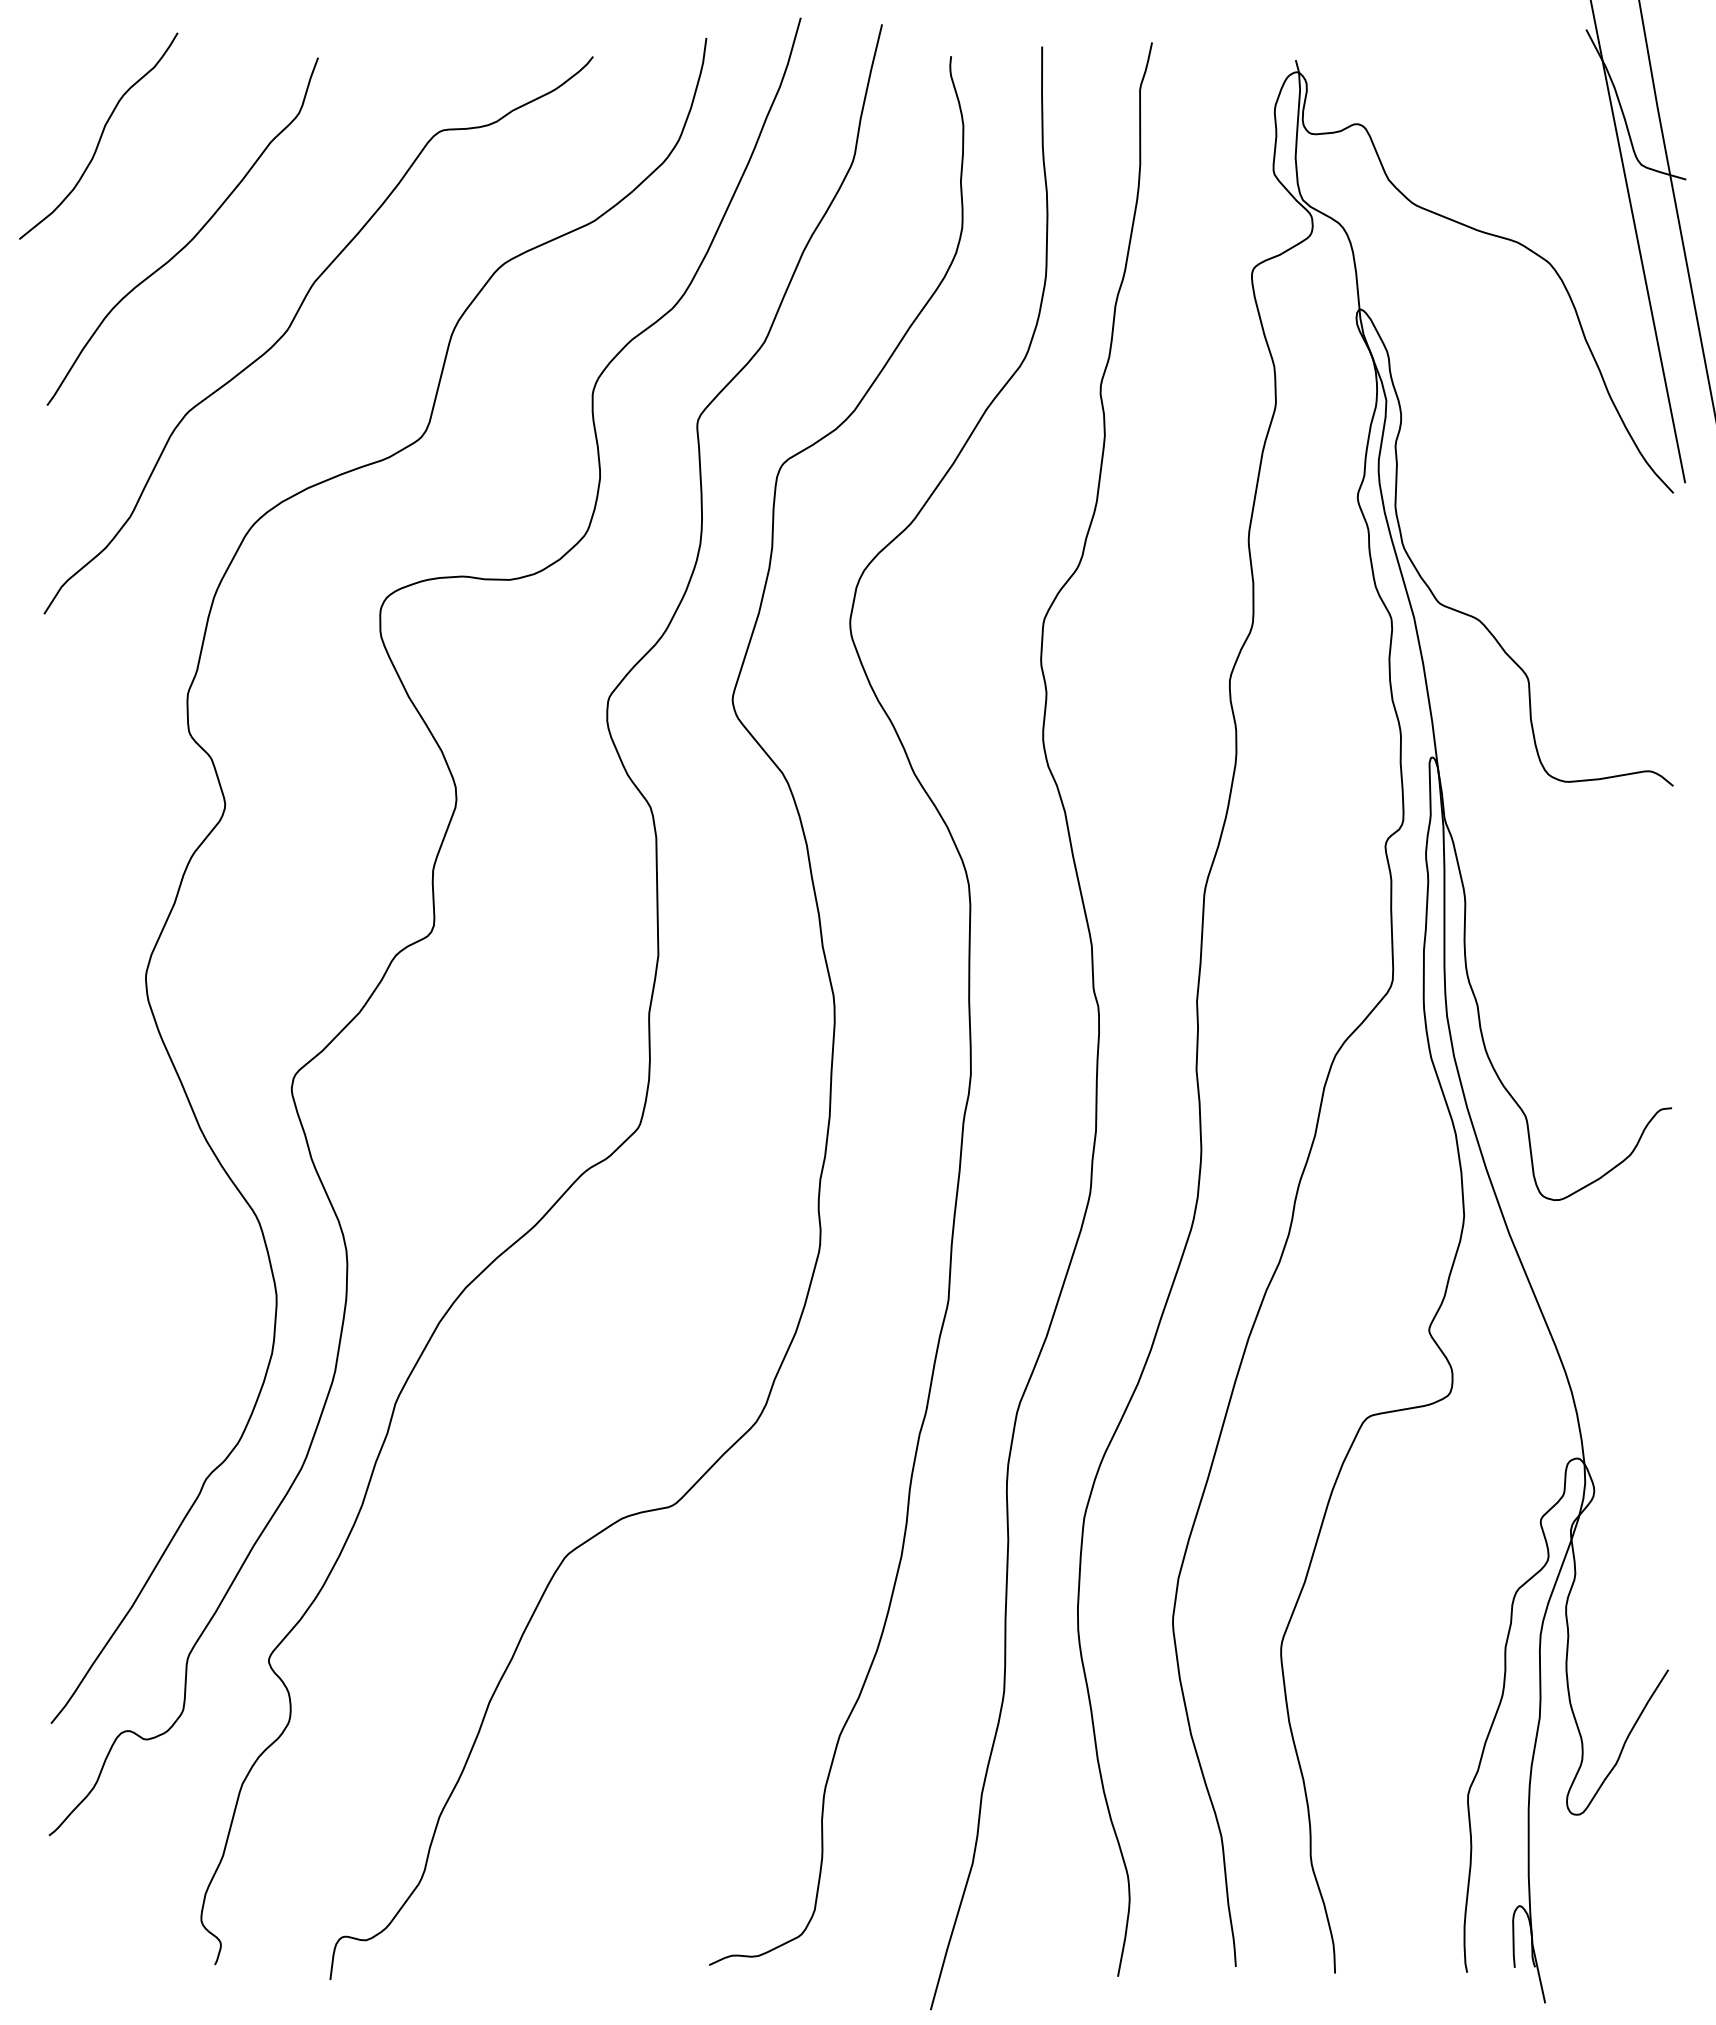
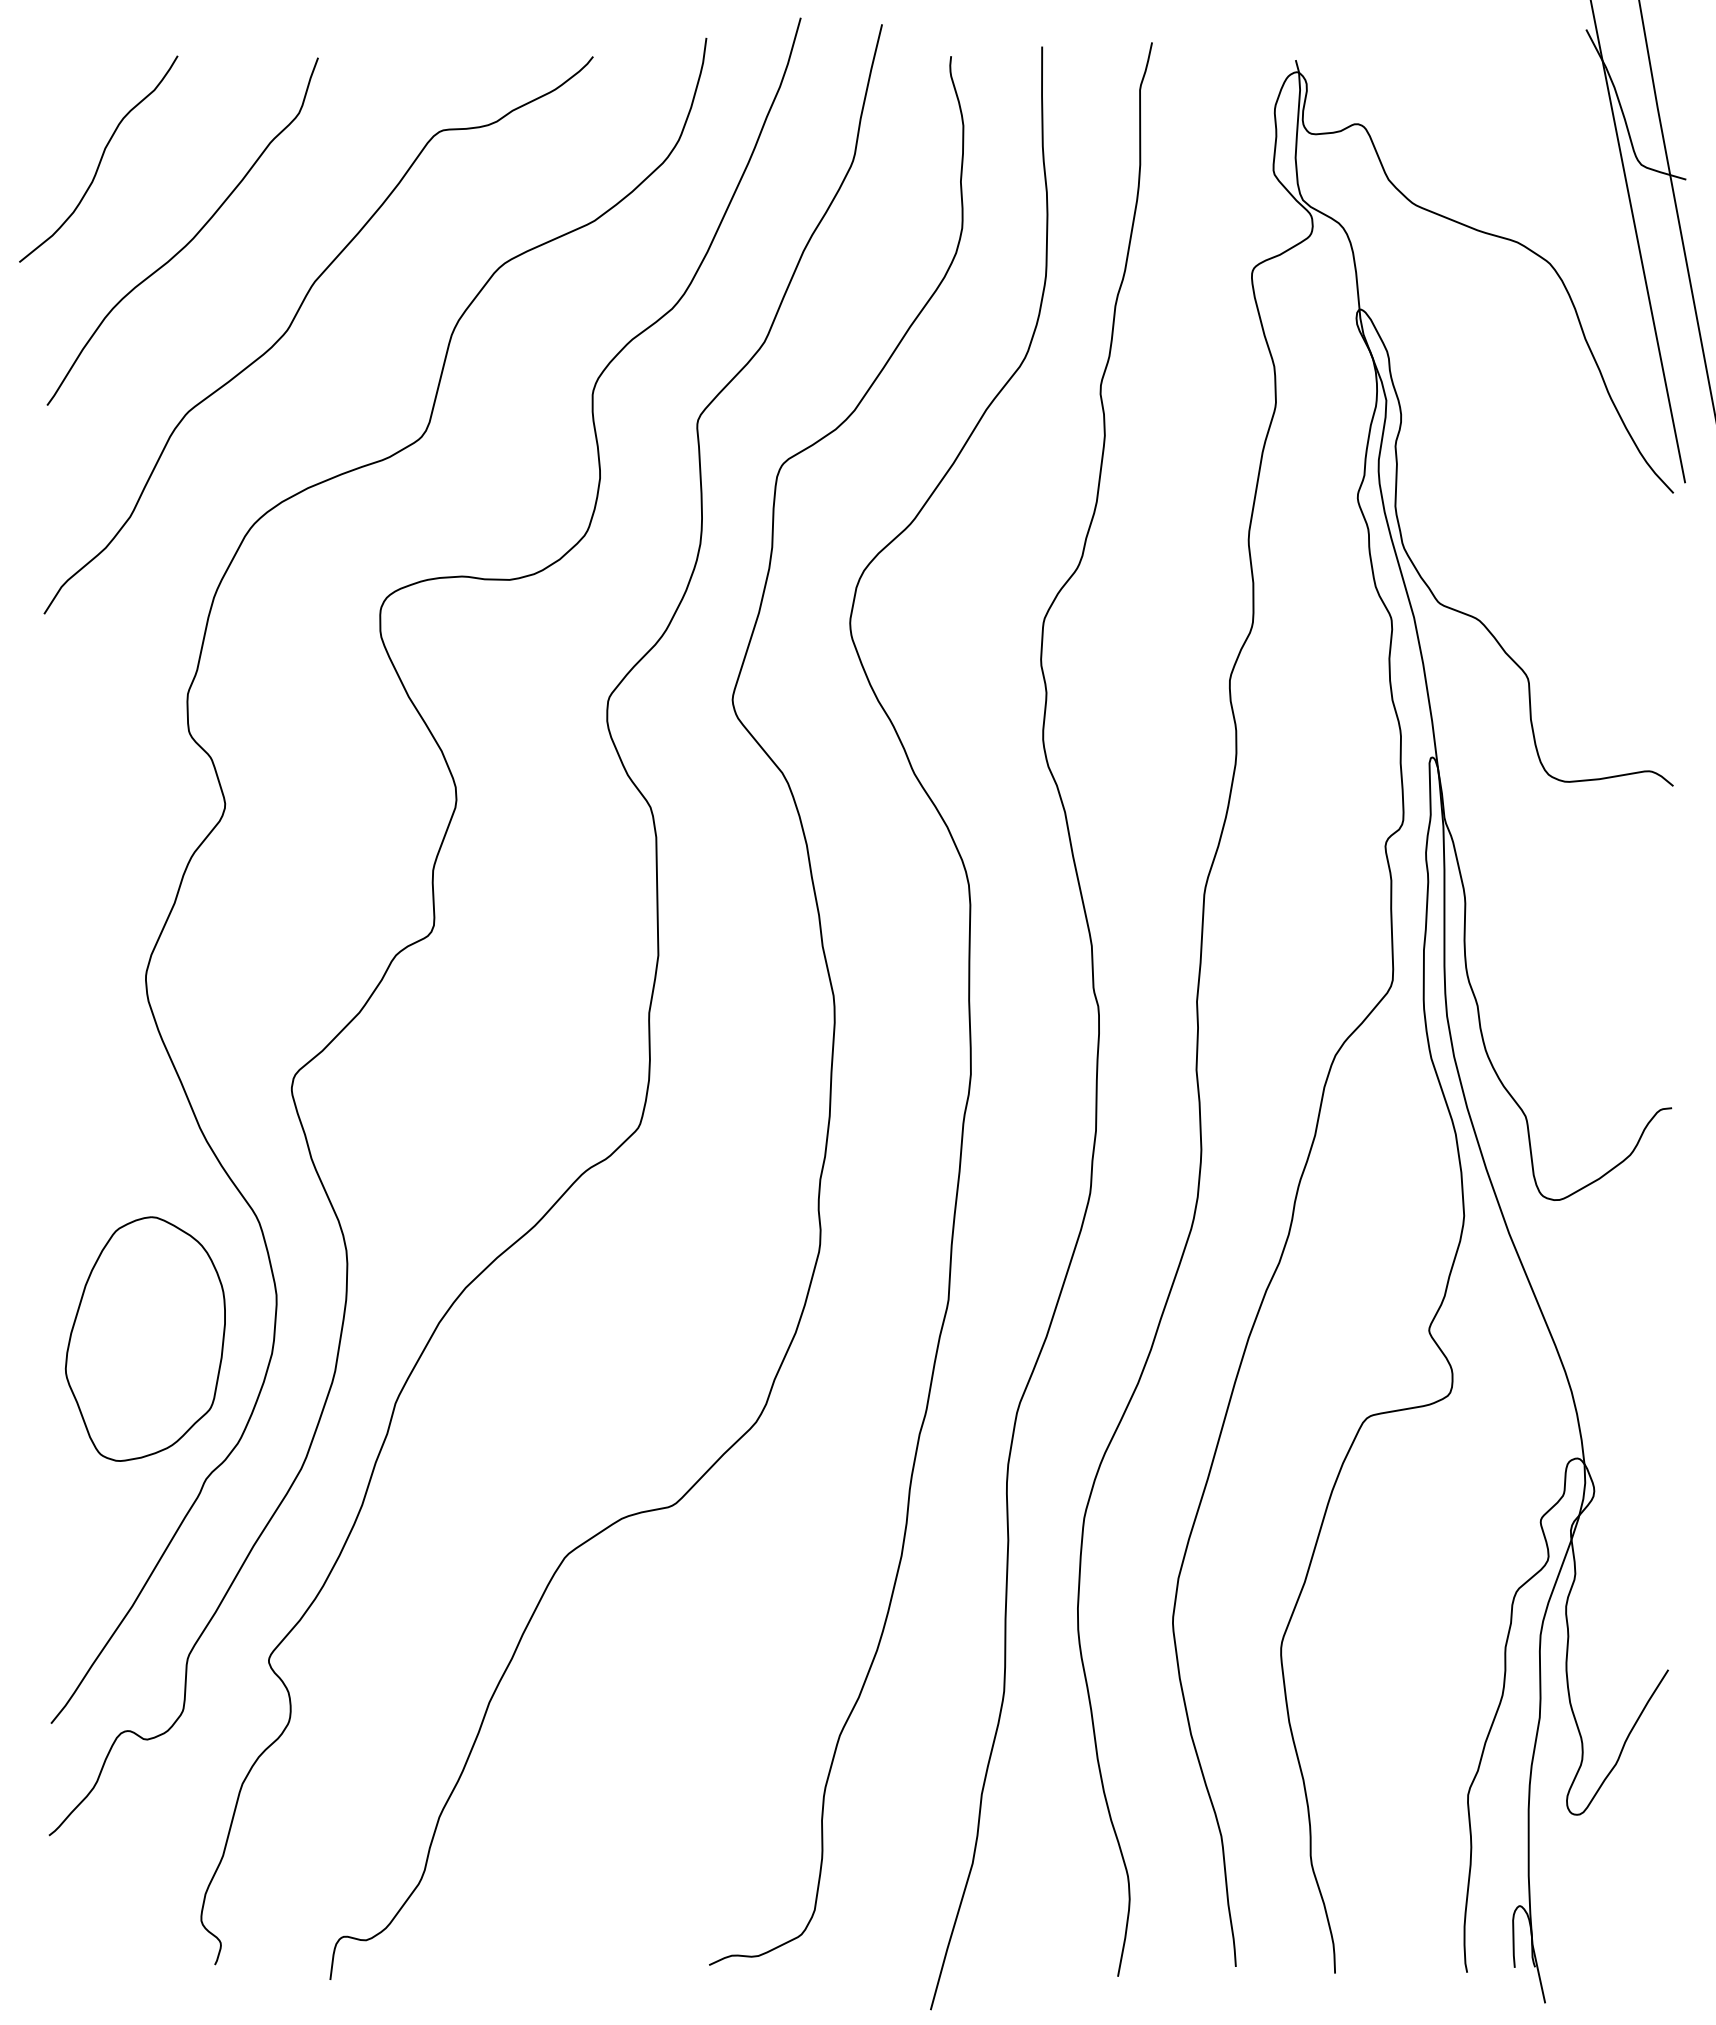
curve at (100, 135) position: (100, 135) -> (100, 158)
part at (144, 1338): none -> present
